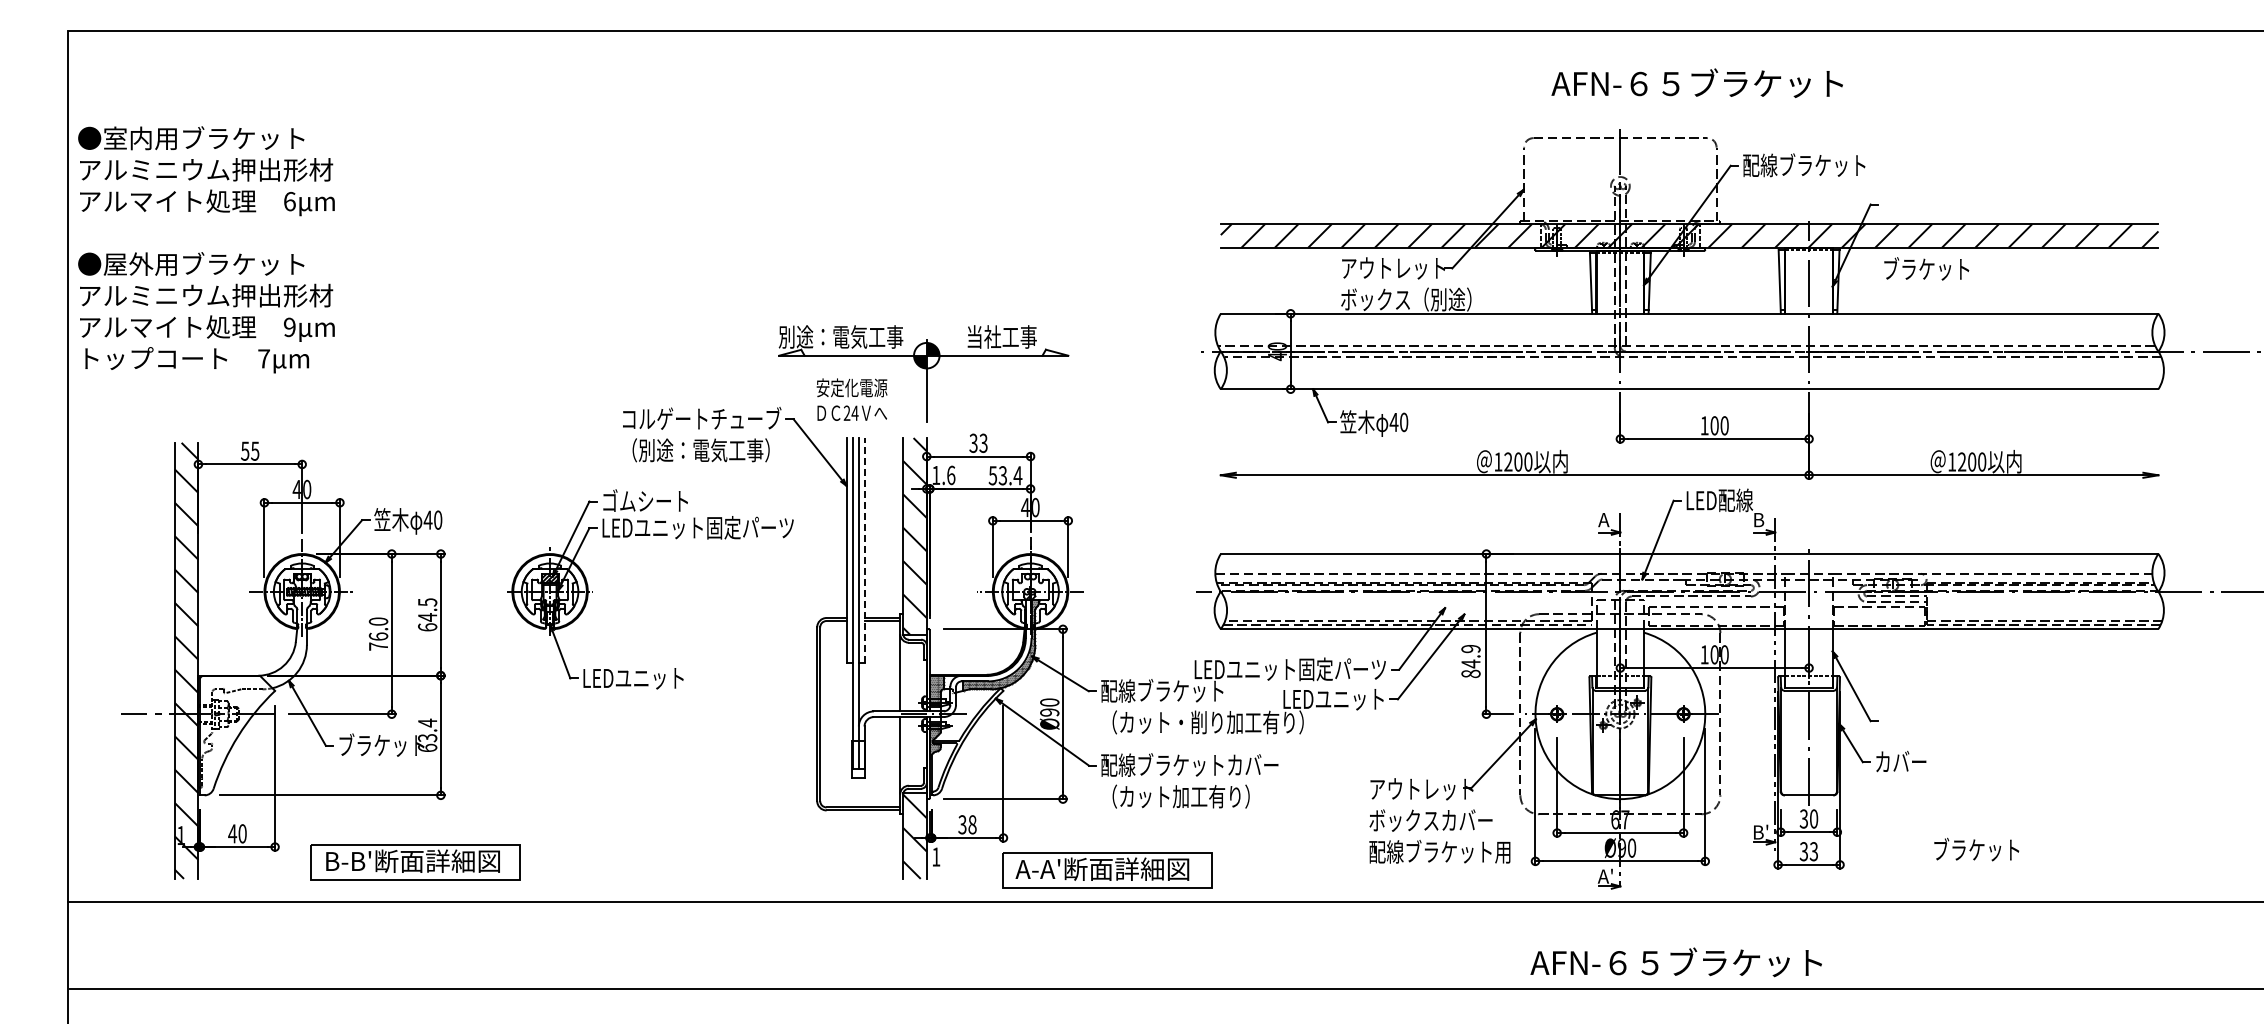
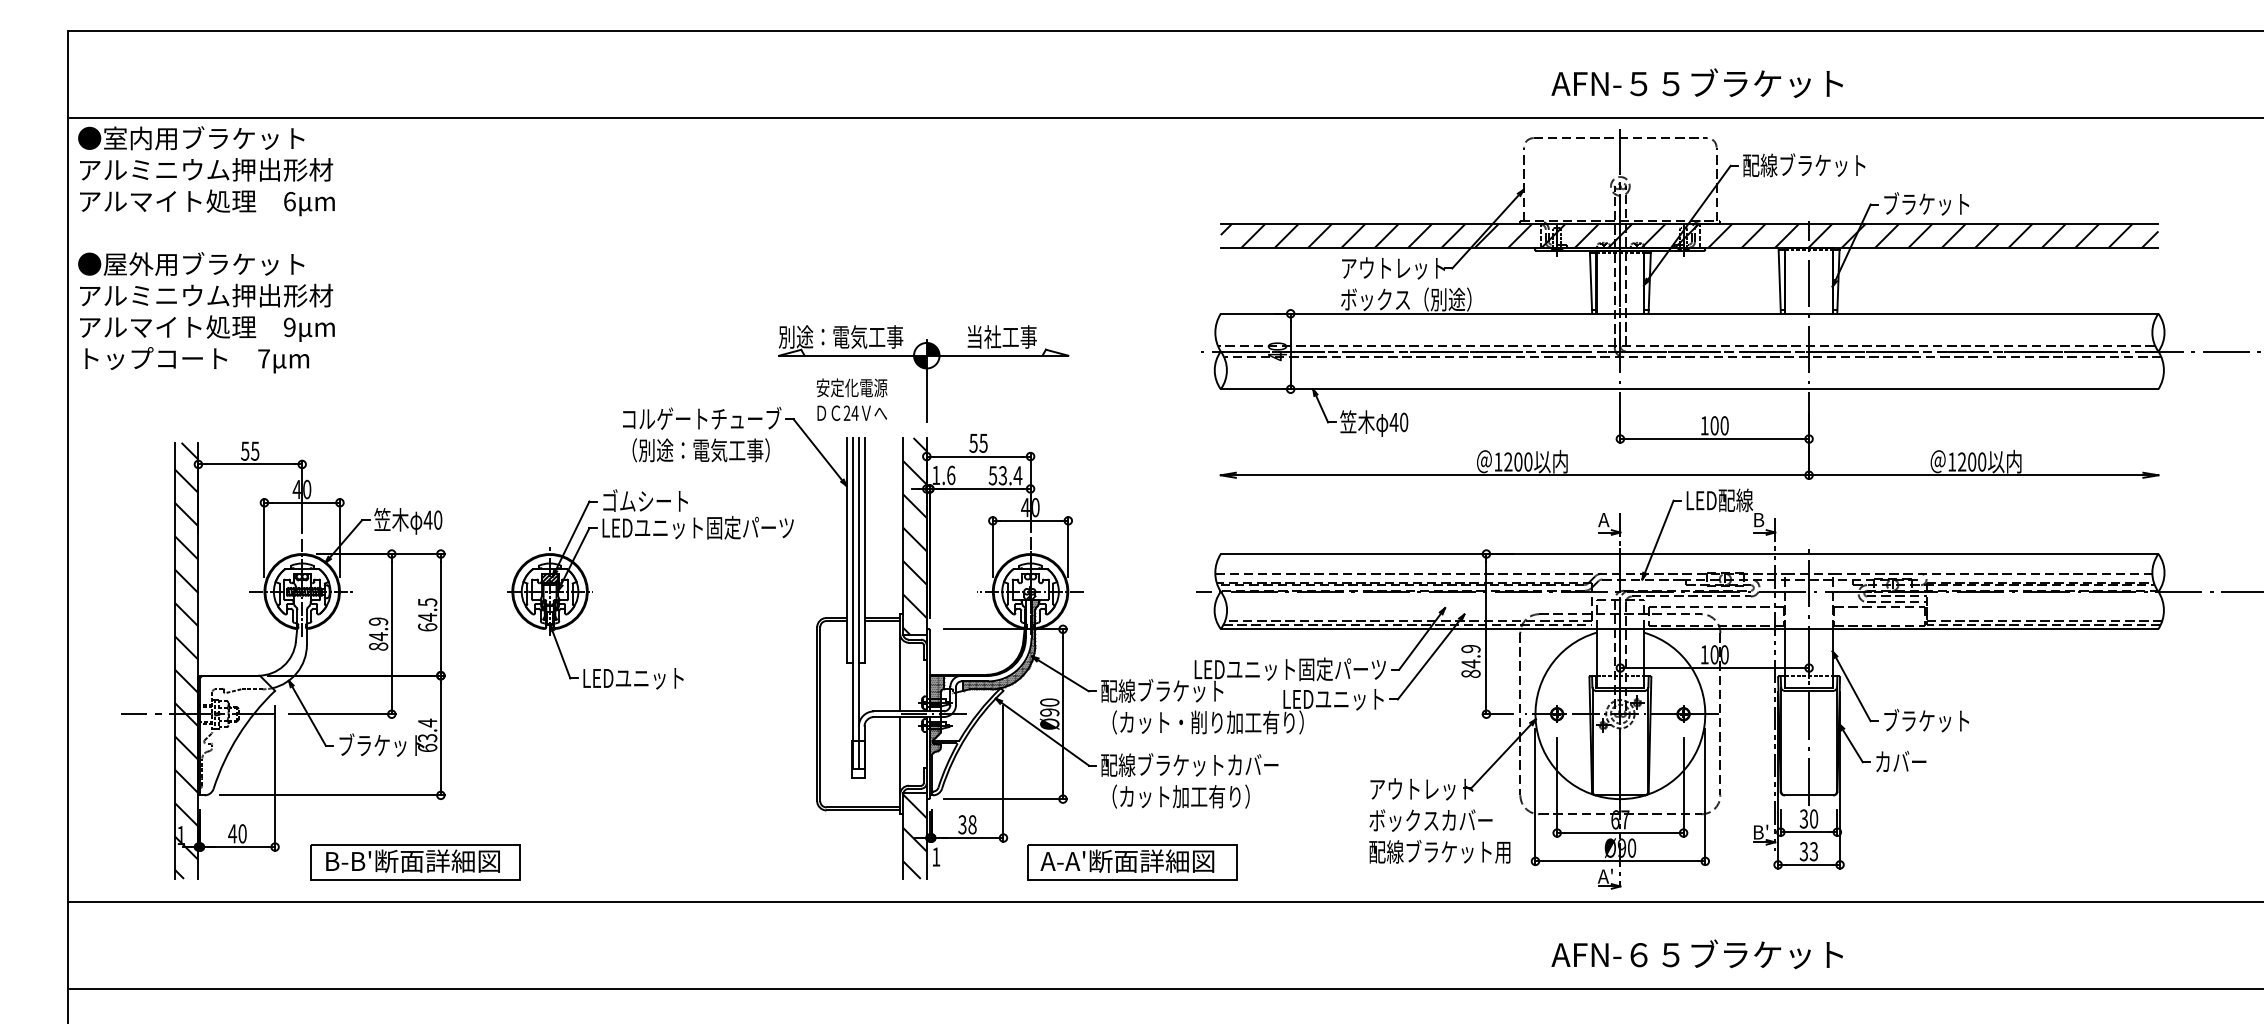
text at (1638, 83): AFN-６５ブラケット -> AFN-５５ブラケット
line at (1164, 118): none -> present
text at (1926, 268) position: (1926, 268) -> (1926, 203)
text at (978, 442): 33 -> 55
line at (865, 550): dashed -> solid
text at (378, 633): 76.0 -> 84.9
text at (1976, 849) position: (1976, 849) -> (1926, 720)
part at (1107, 870) position: (1107, 870) -> (1132, 862)
text at (1675, 962) position: (1675, 962) -> (1696, 954)
